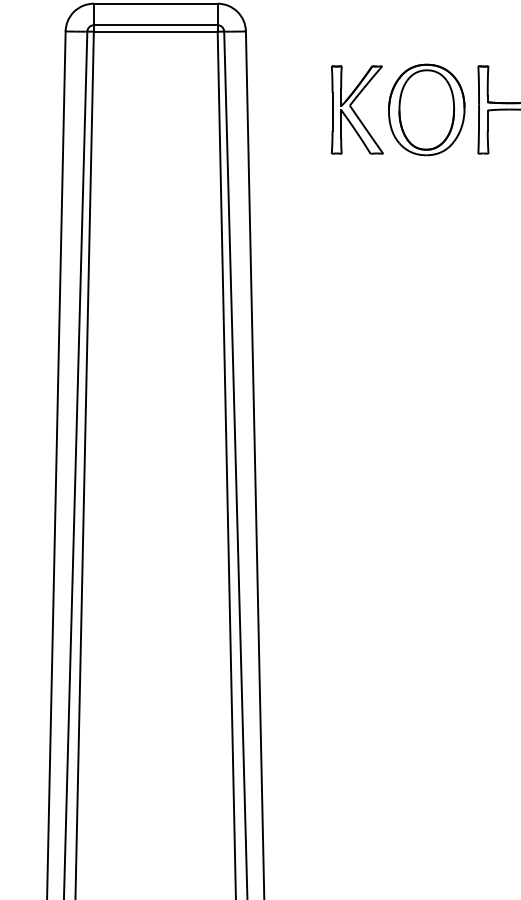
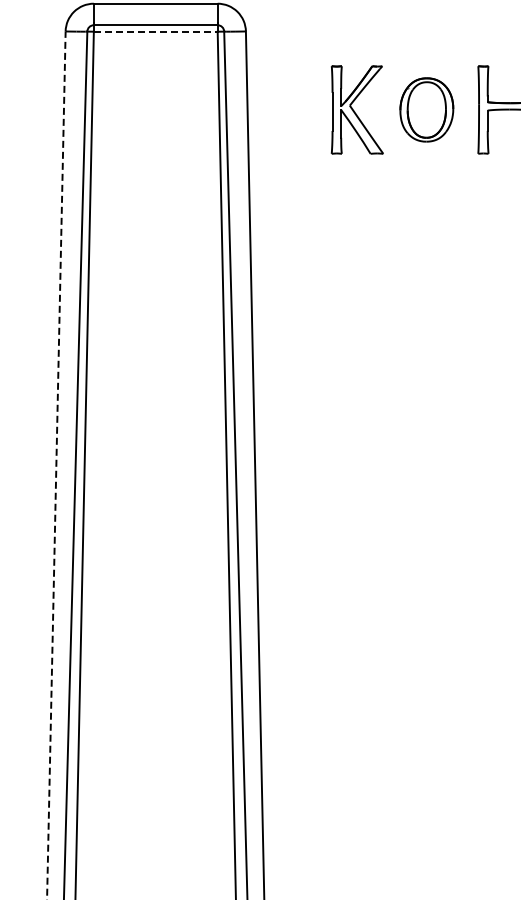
line at (155, 31): solid -> dashed
part at (426, 109) size: 78x94 px -> 56x66 px
line at (56, 465): solid -> dashed
